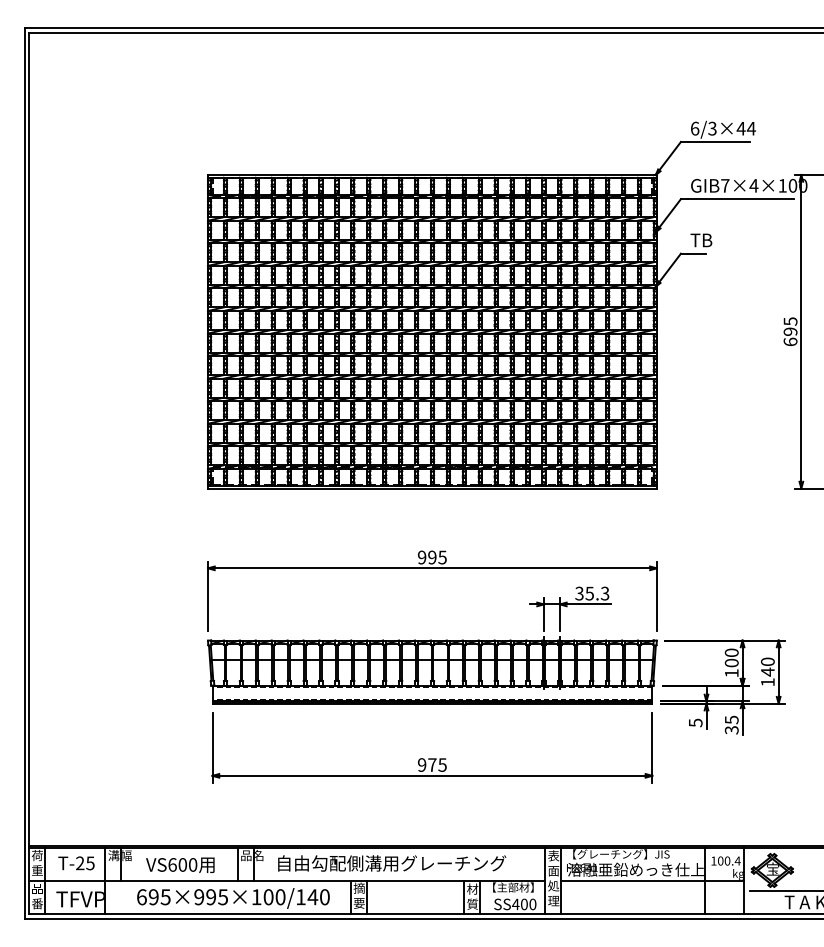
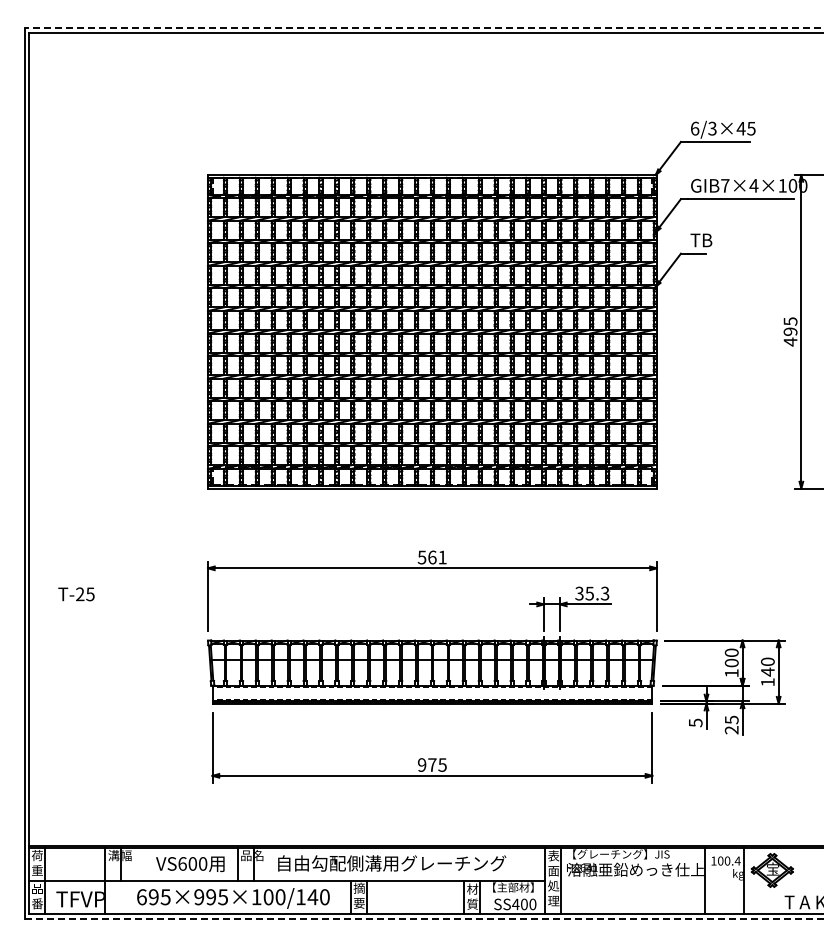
line at (423, 28): solid -> dashed
text at (750, 128): 6/3×44 -> 6/3×45
text at (790, 341): 695 -> 495
text at (431, 557): 995 -> 561
text at (731, 730): 35 -> 25
text at (76, 863) position: (76, 863) -> (76, 594)
text at (180, 864) position: (180, 864) -> (190, 863)
line at (651, 881): present -> none
line at (784, 890): present -> none
line at (424, 918): solid -> dashed
